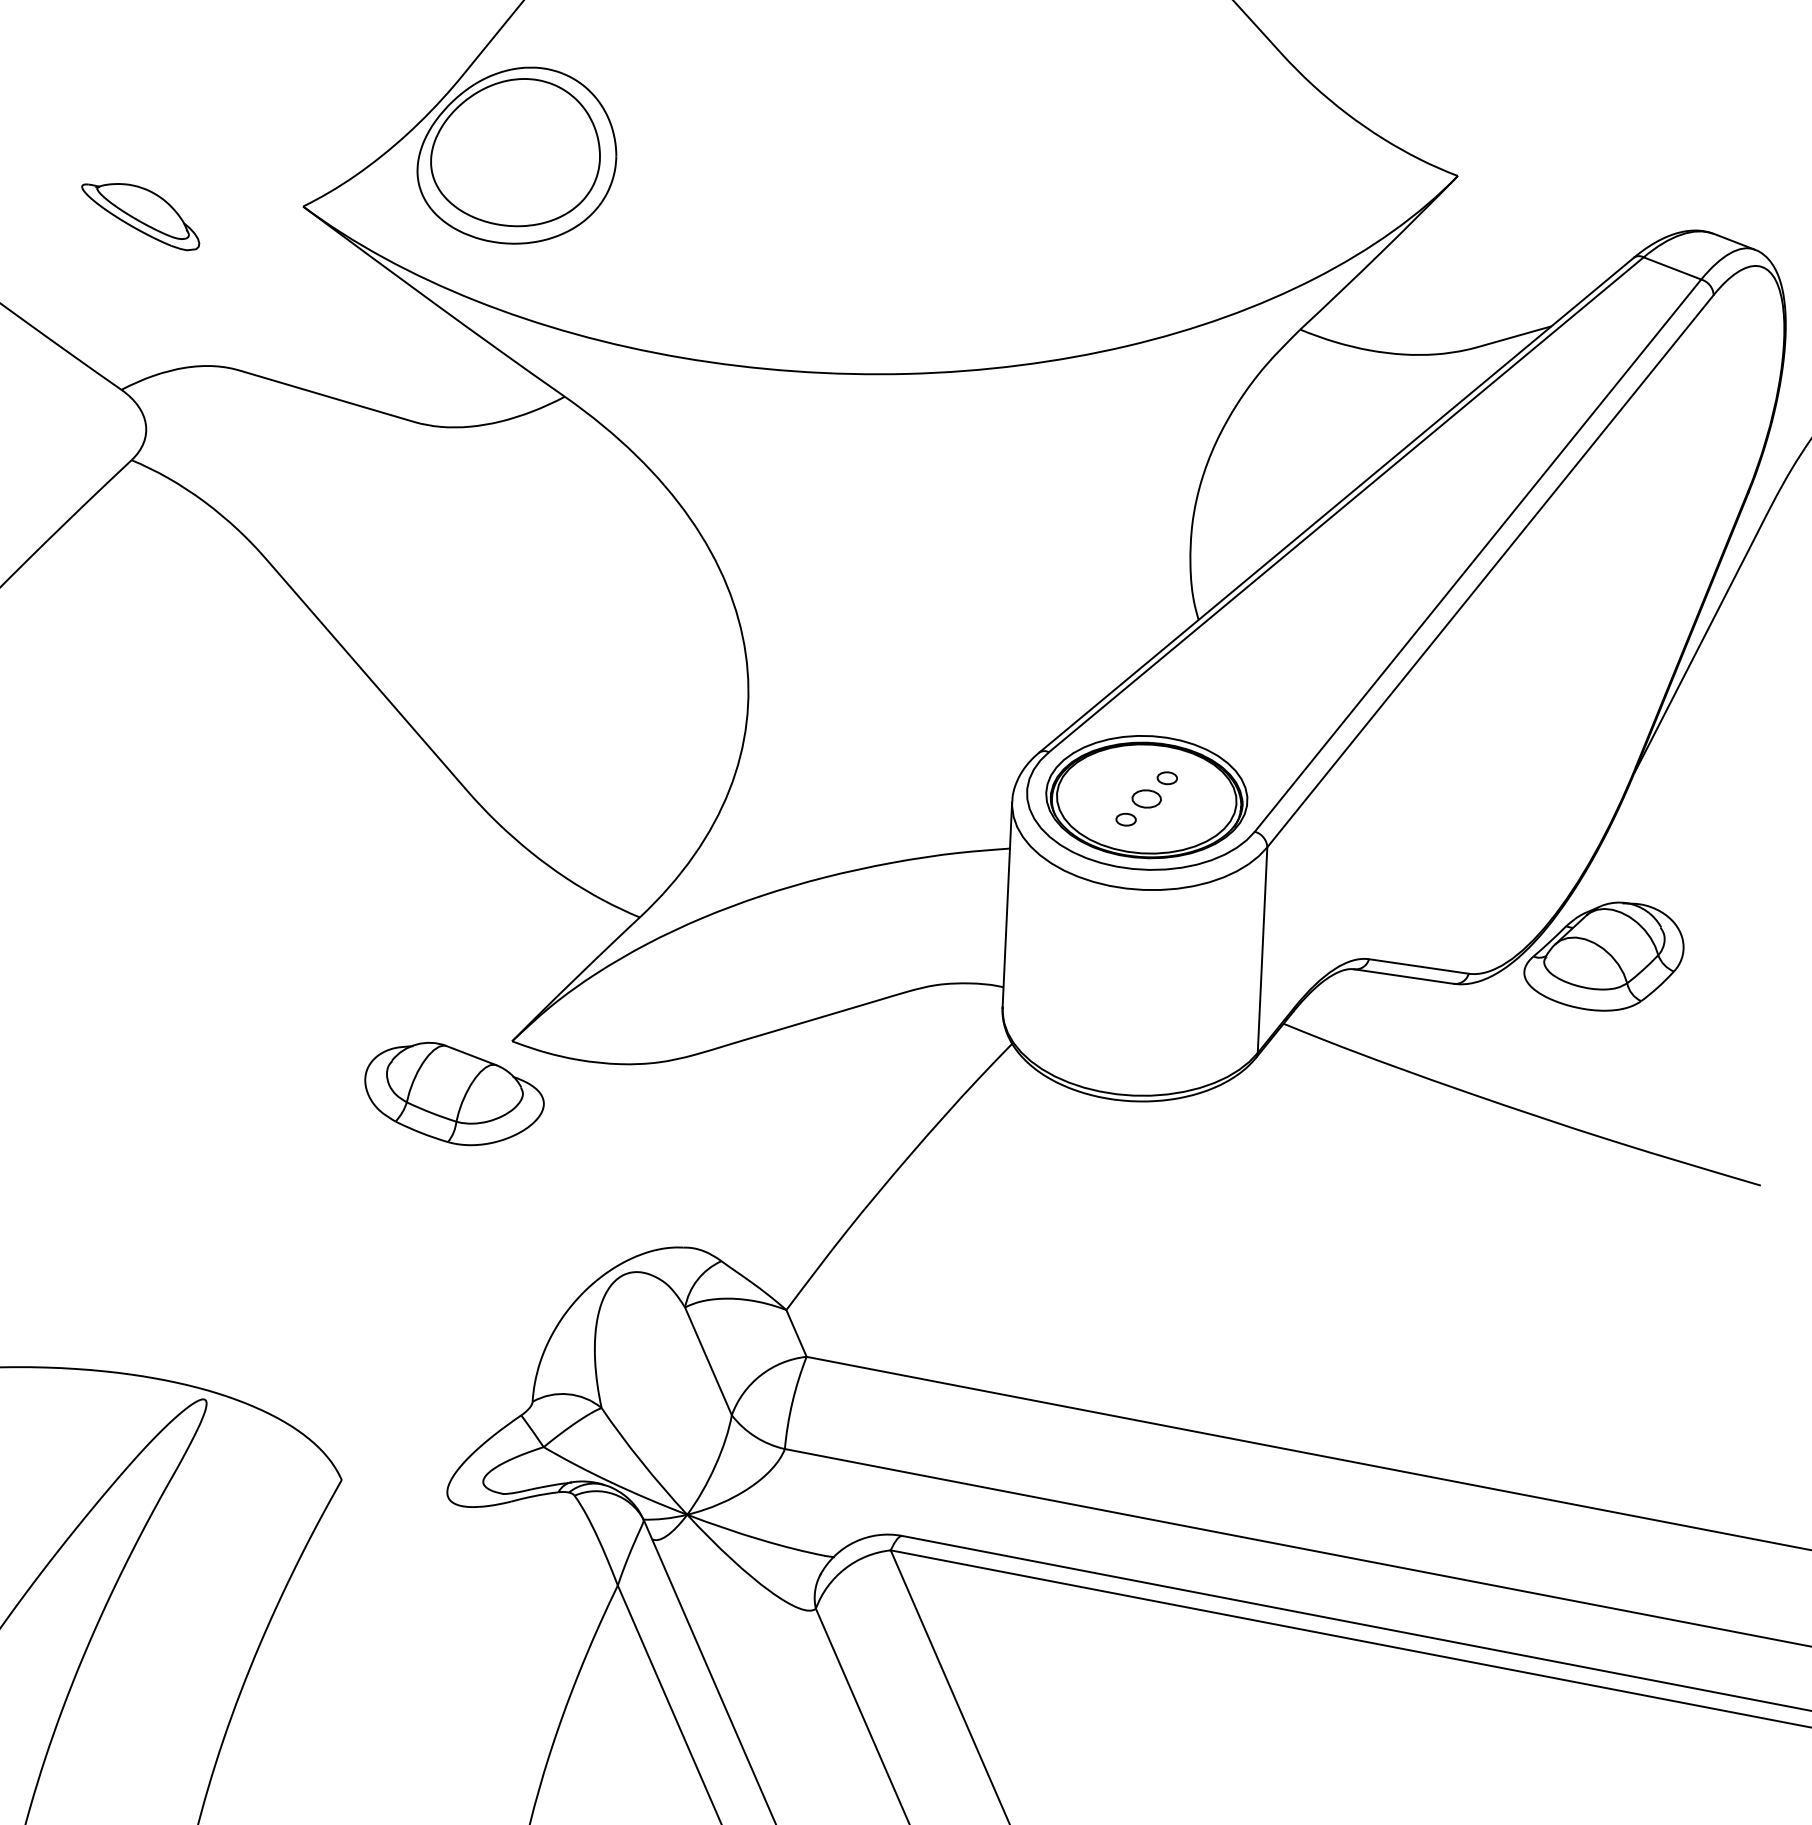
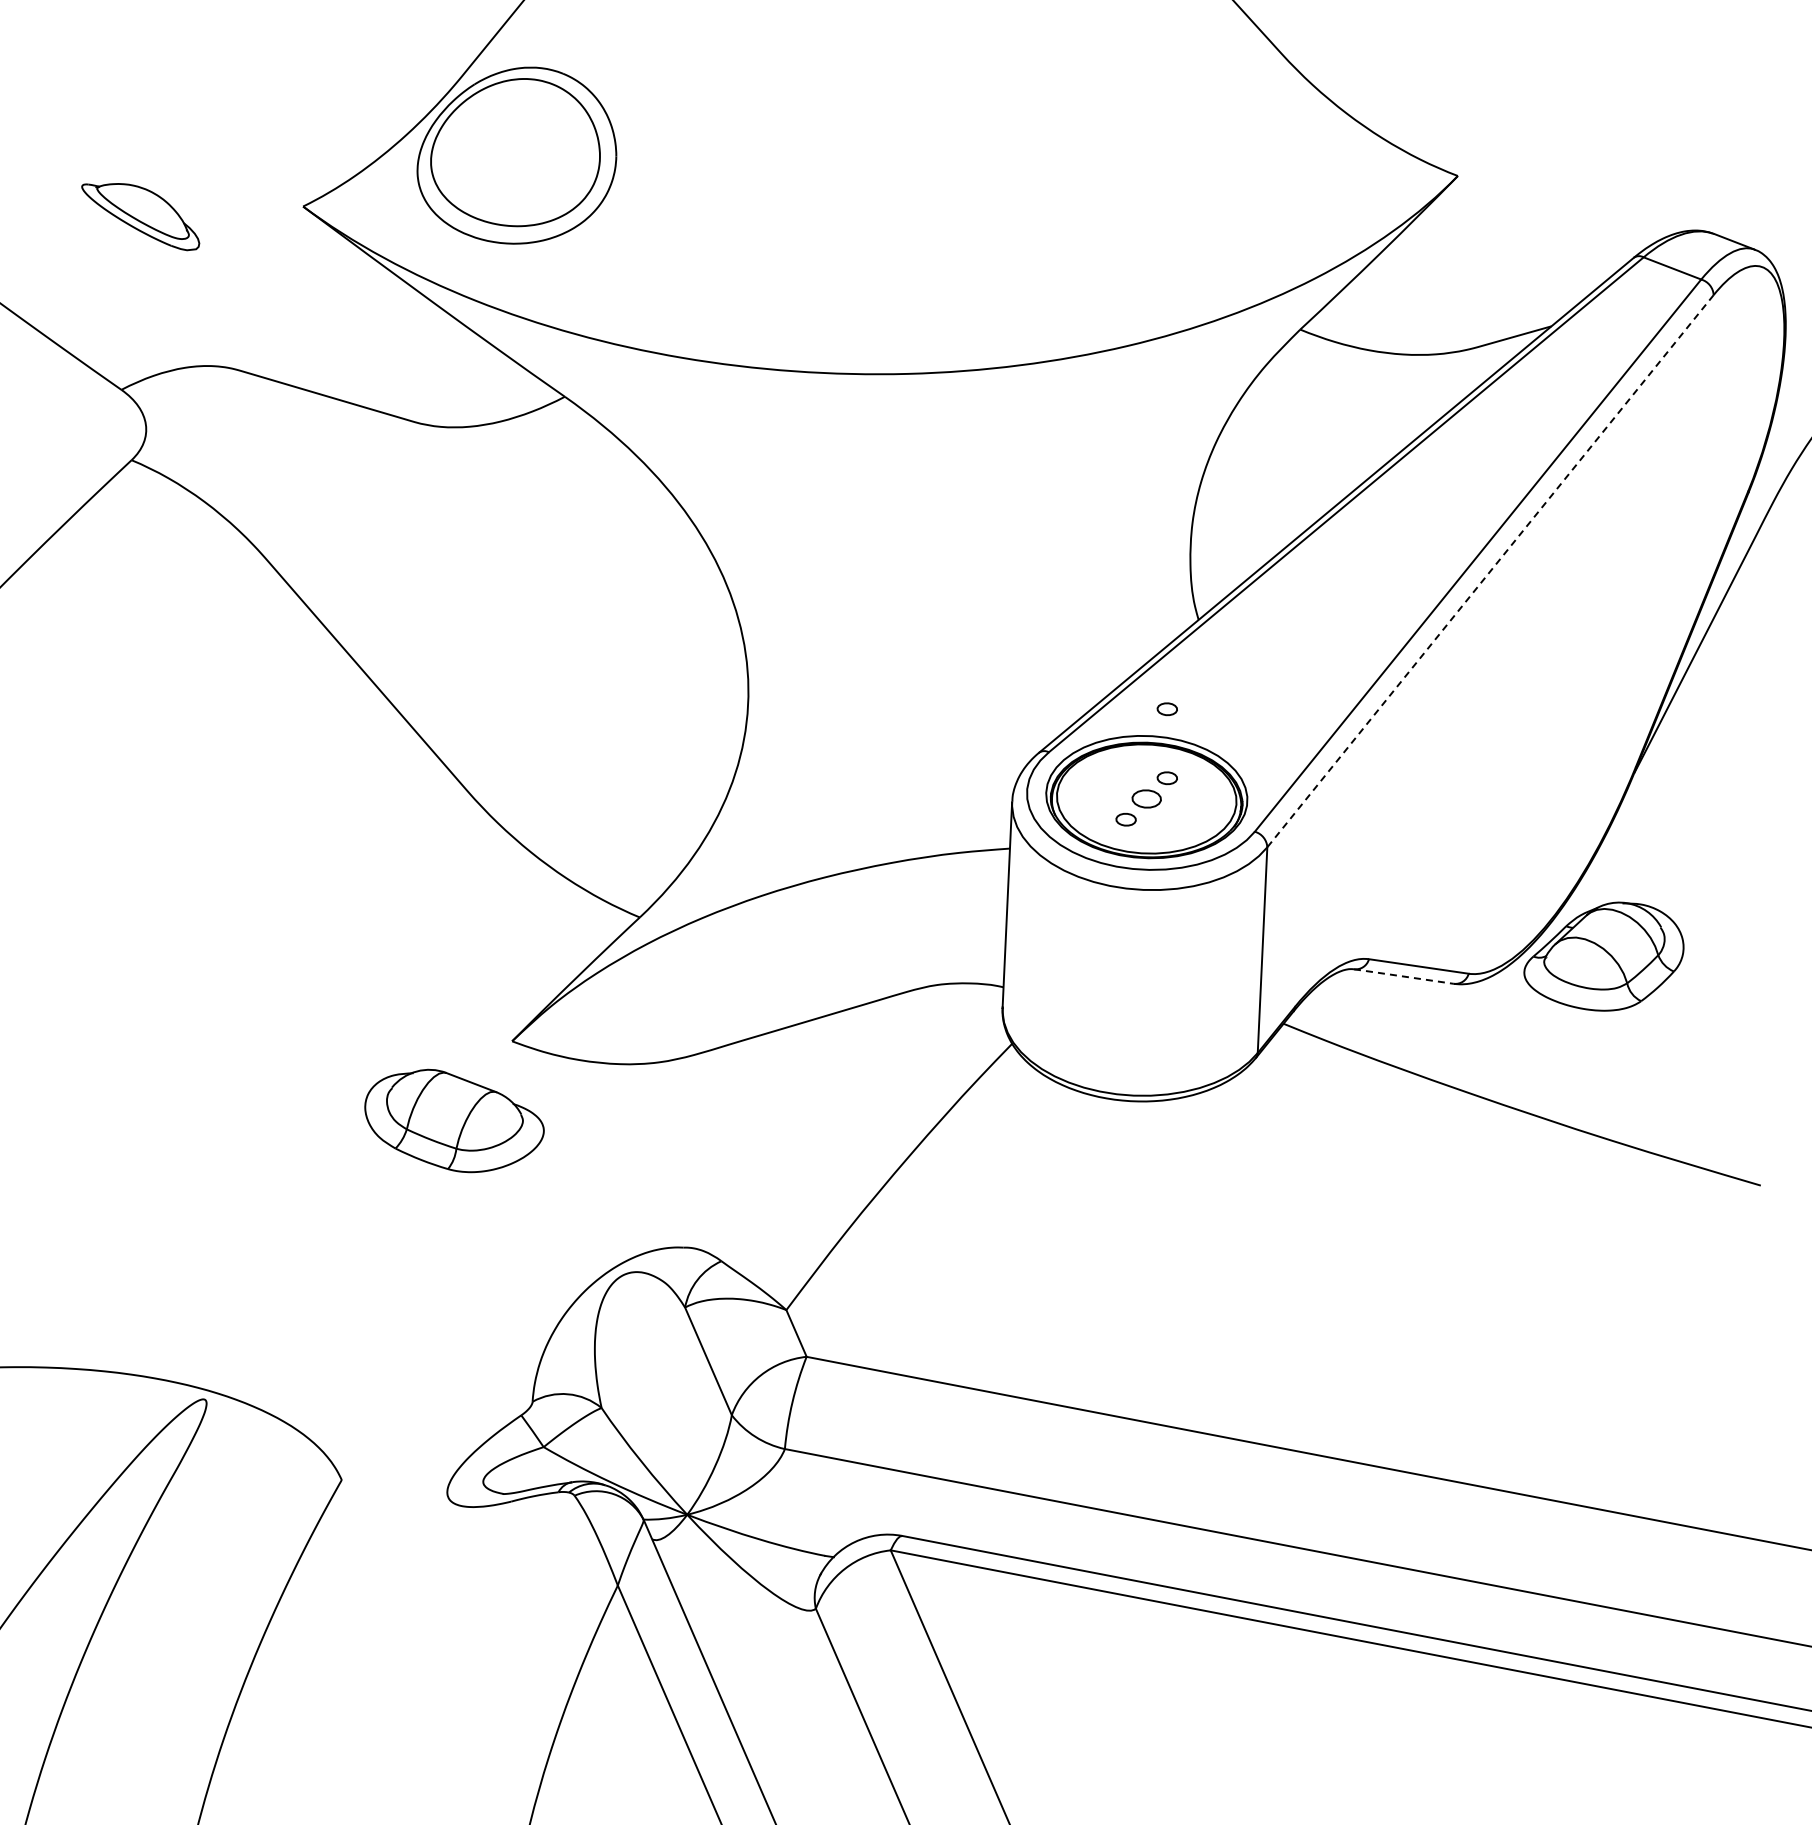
line at (1490, 571): solid -> dashed
part at (1166, 709): none -> present
line at (1404, 976): solid -> dashed
part at (454, 1093) position: (454, 1093) -> (454, 1120)
